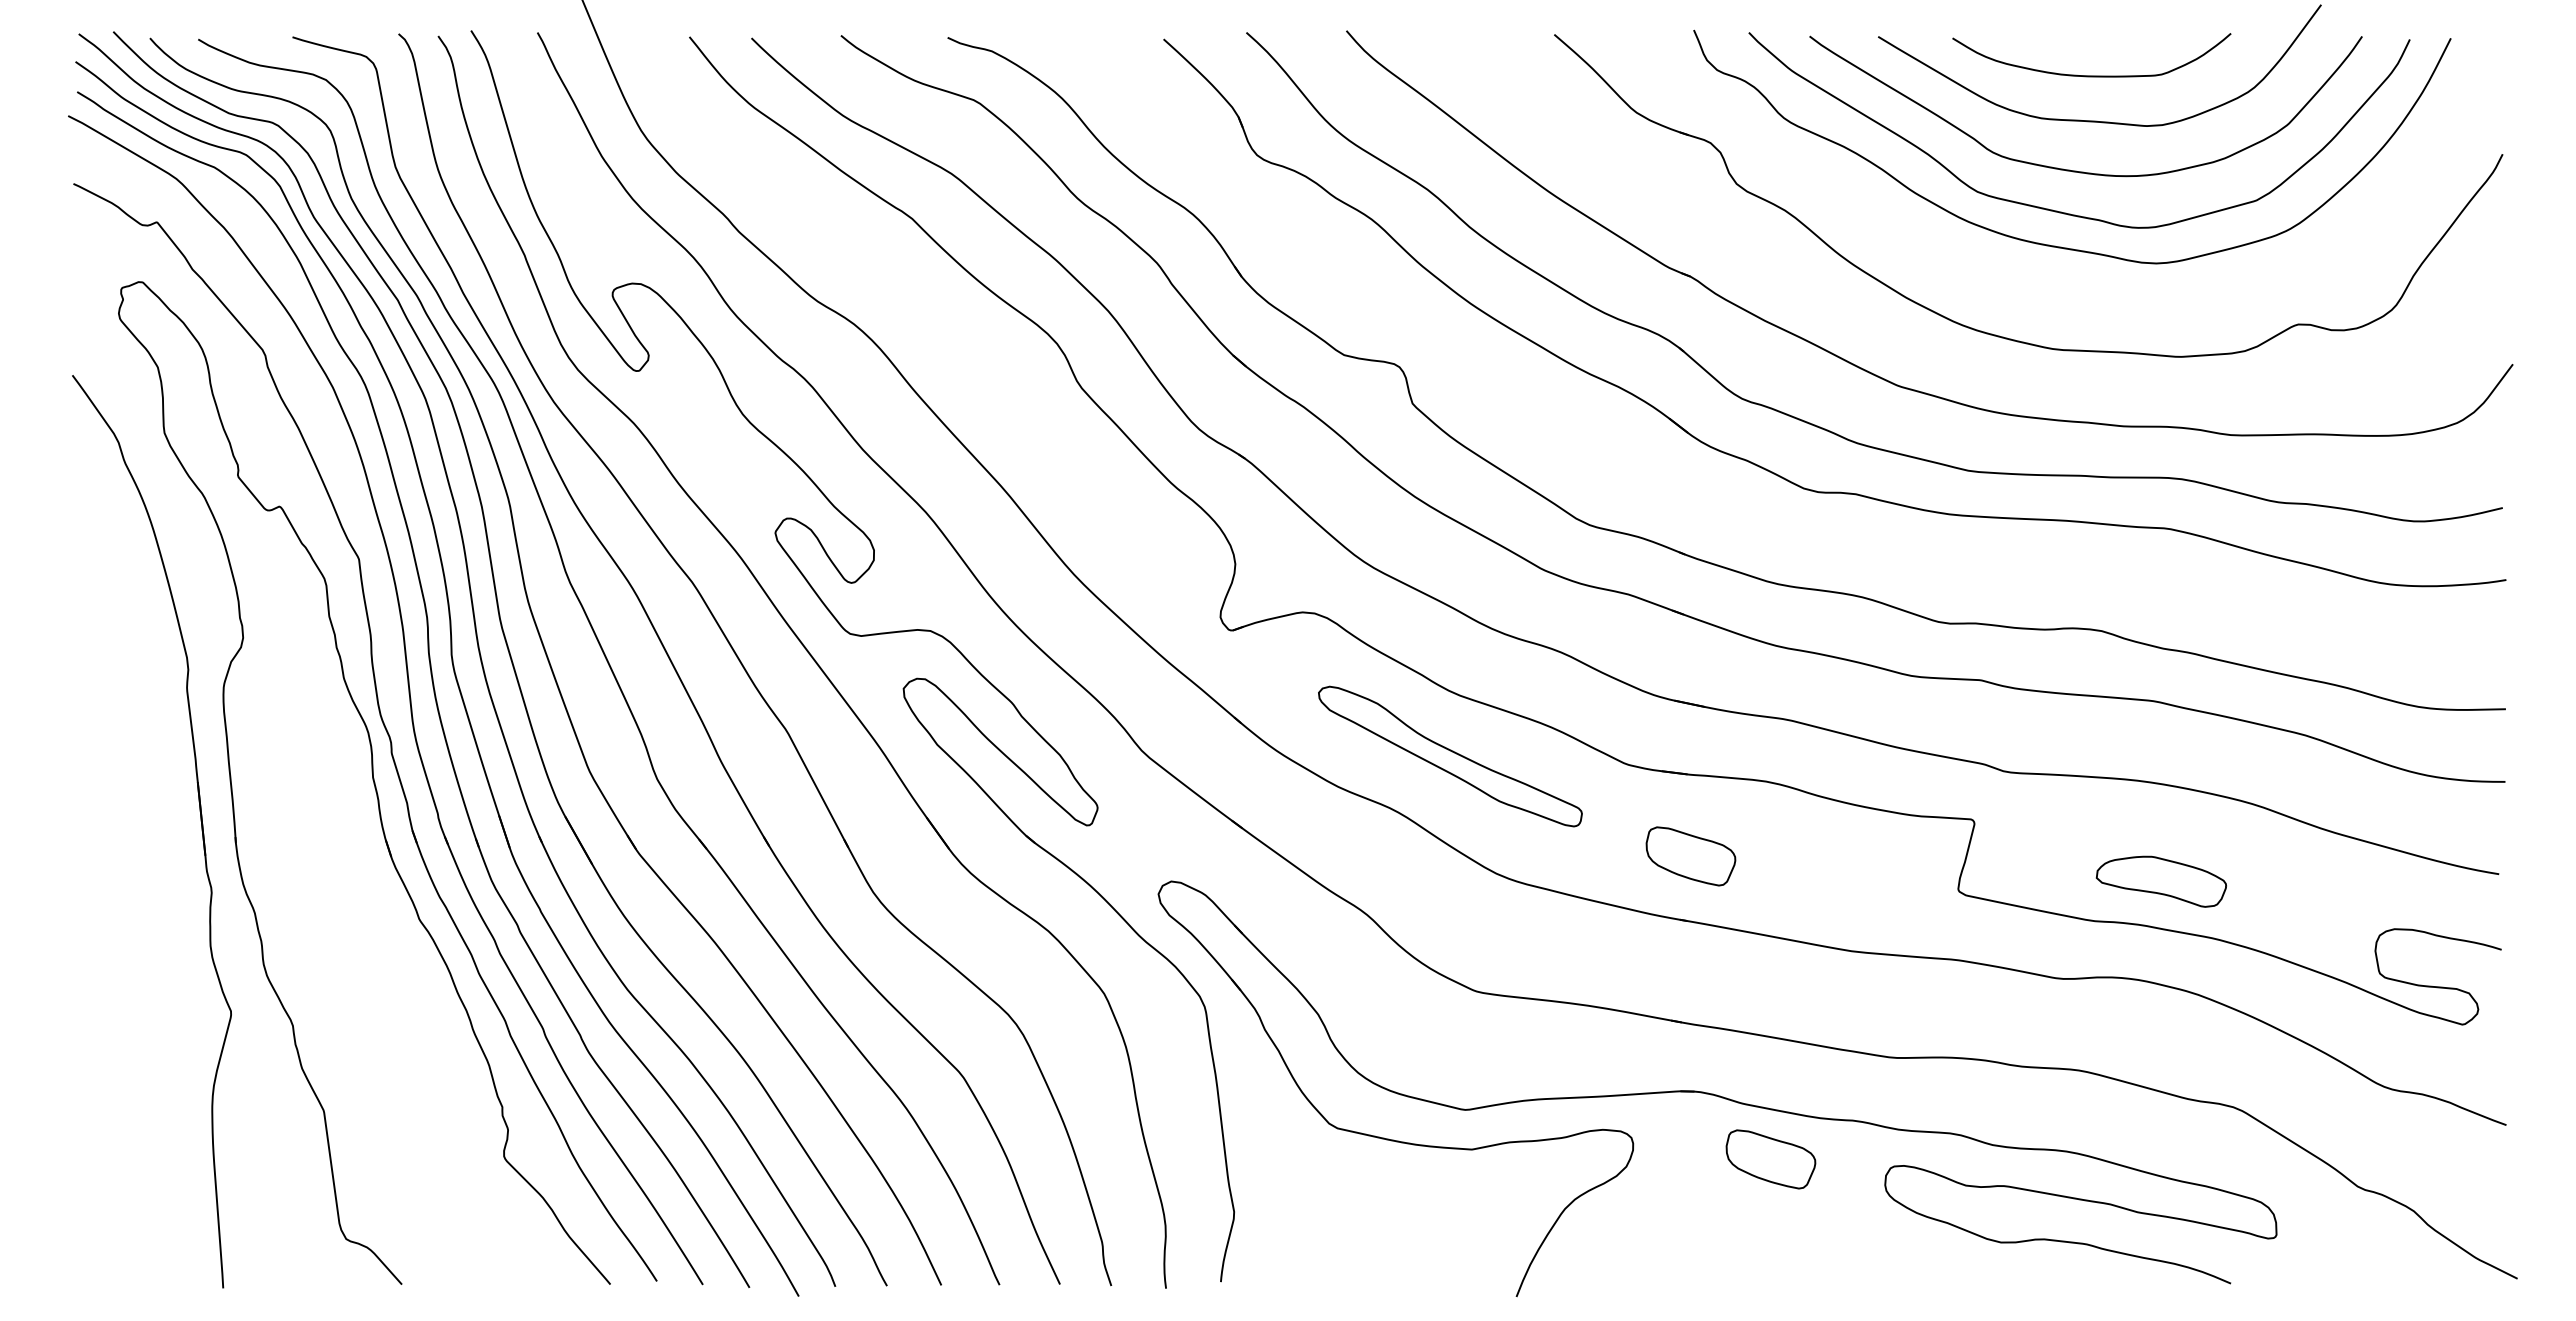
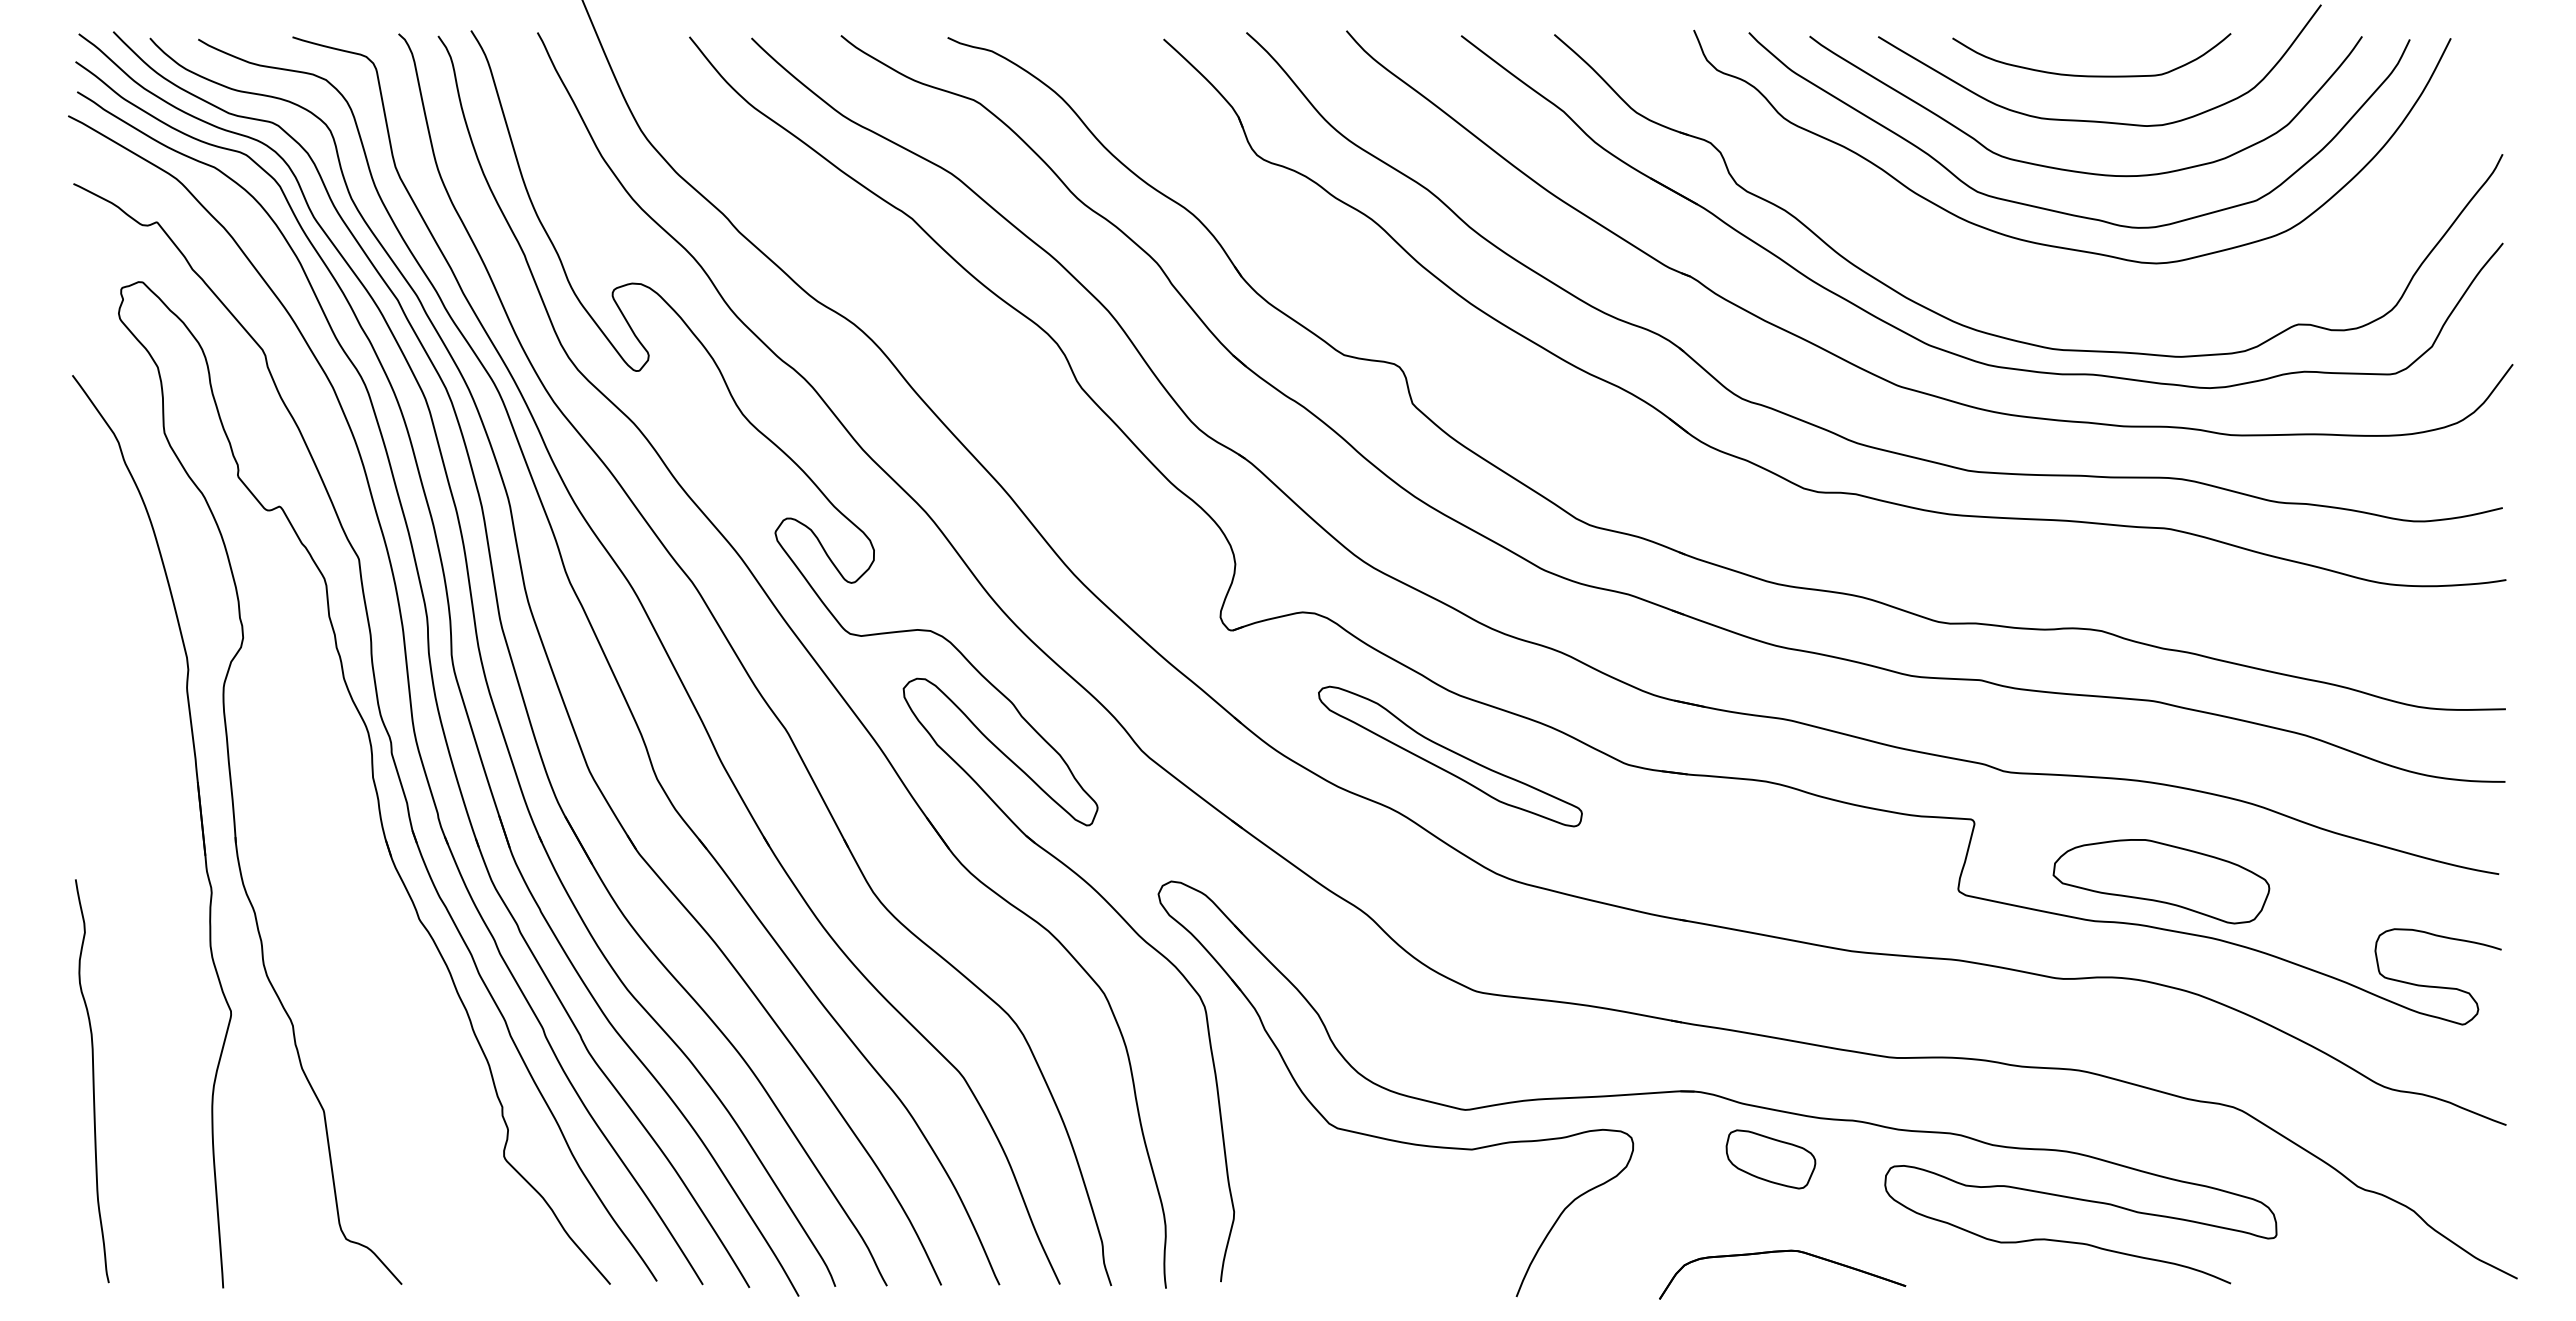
part at (1918, 338): none -> present
part at (1690, 856): present -> none
part at (2160, 881) size: 132x53 px -> 219x86 px
curve at (92, 1081): none -> present
part at (1782, 1252): none -> present
